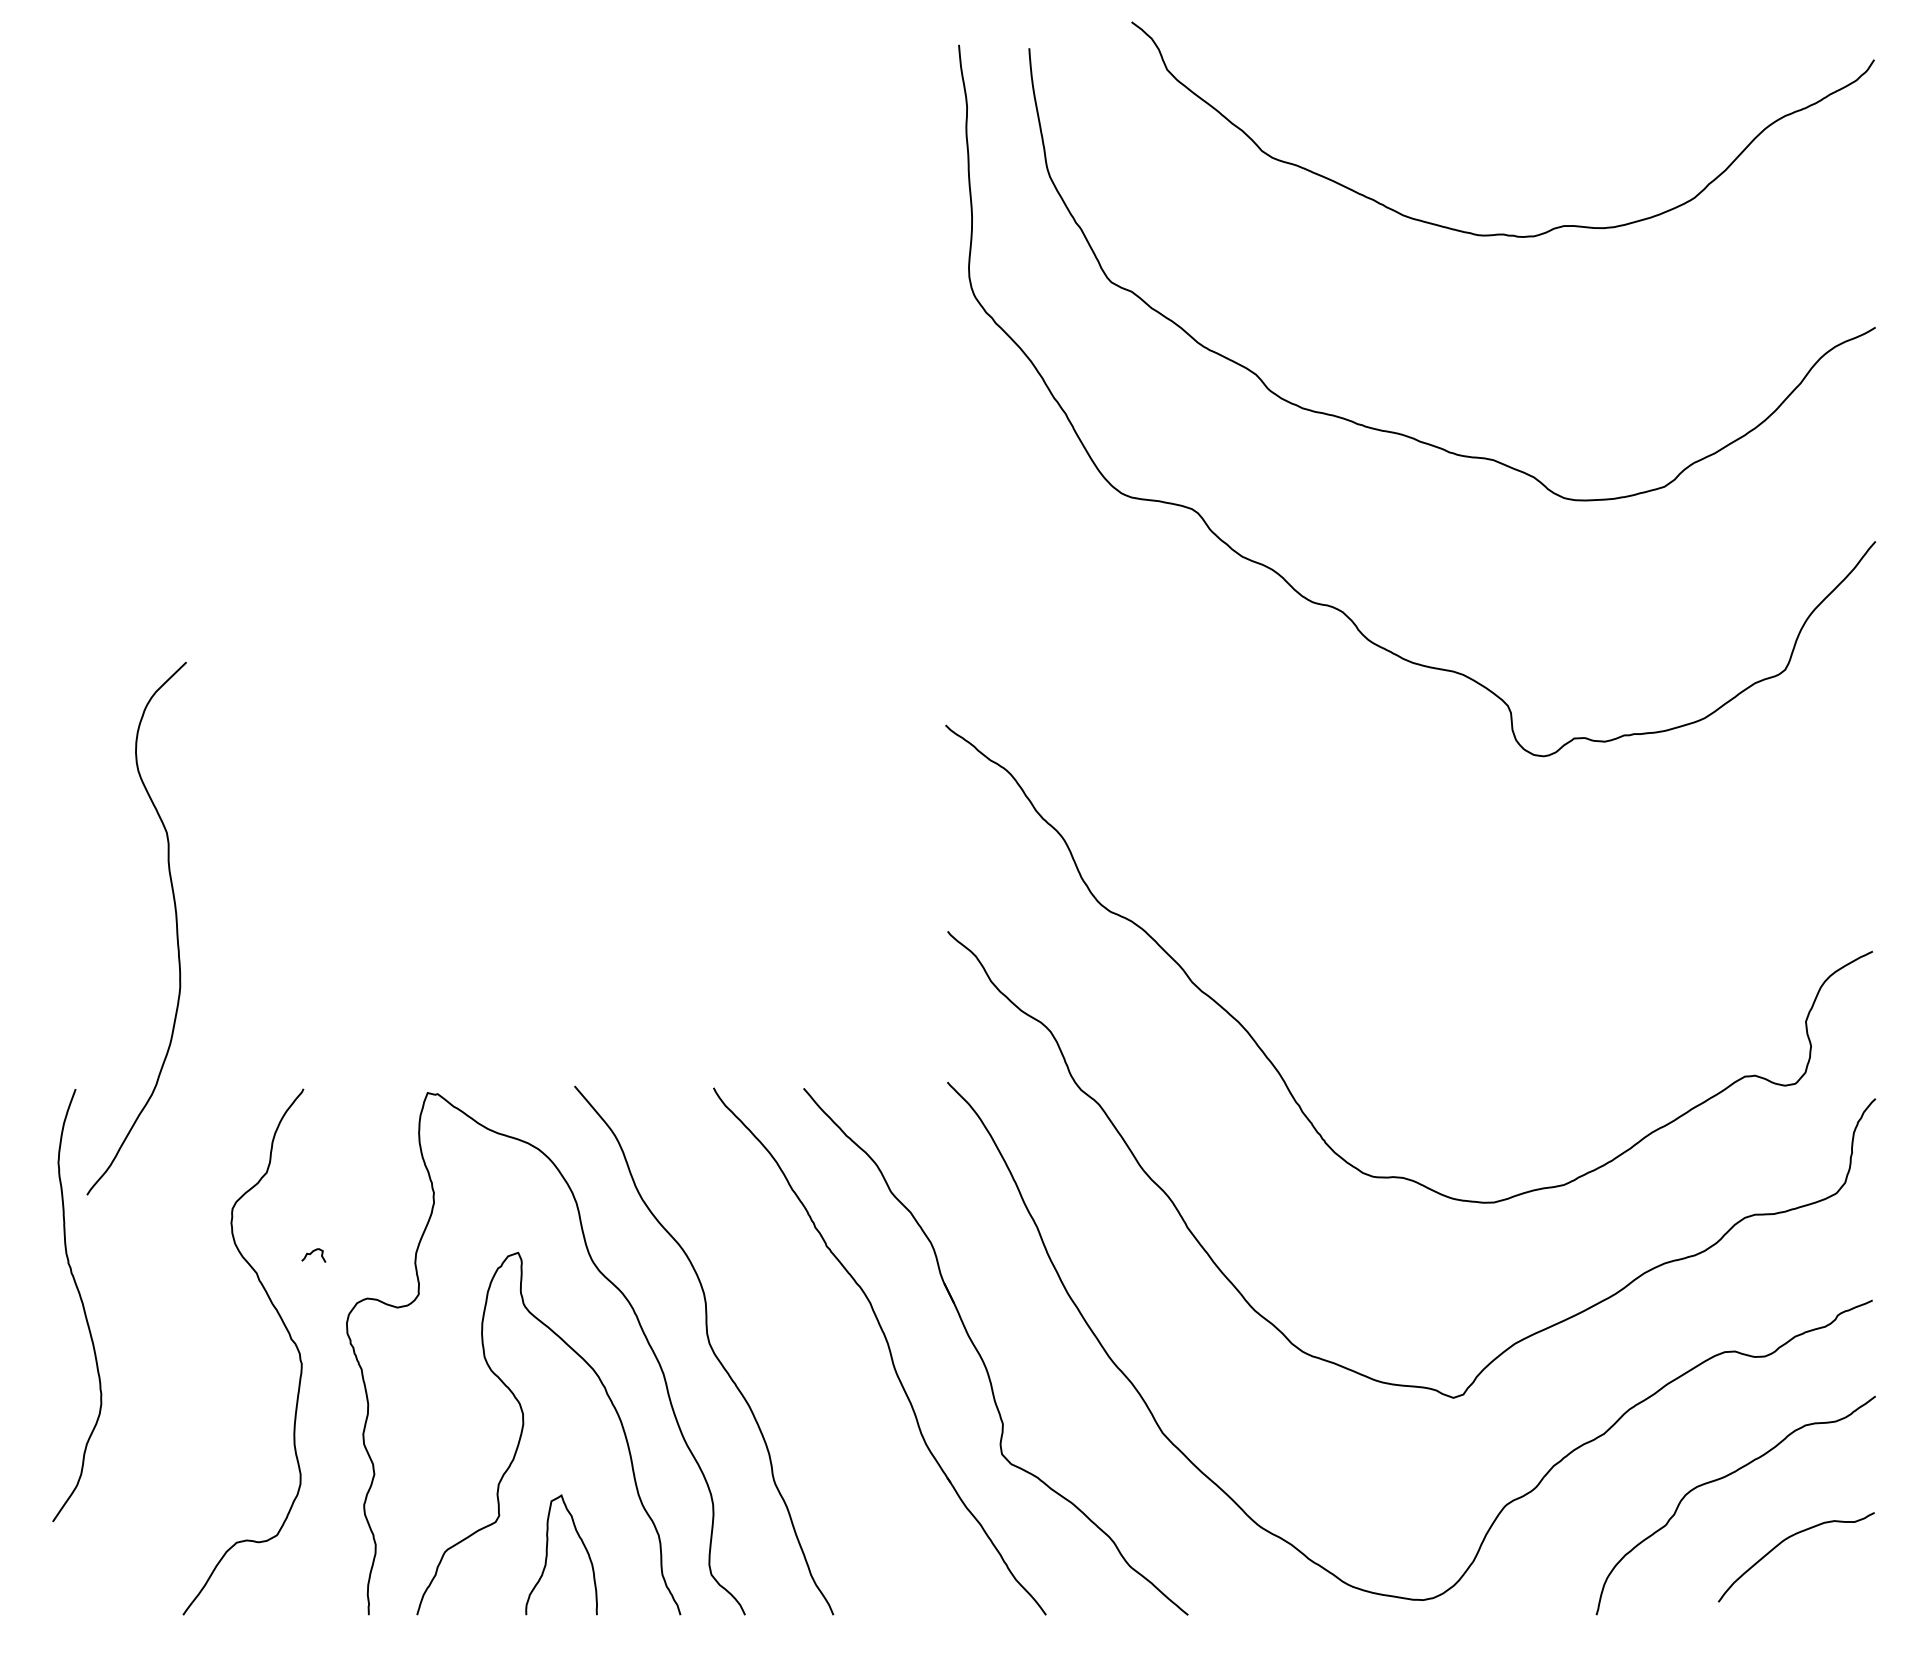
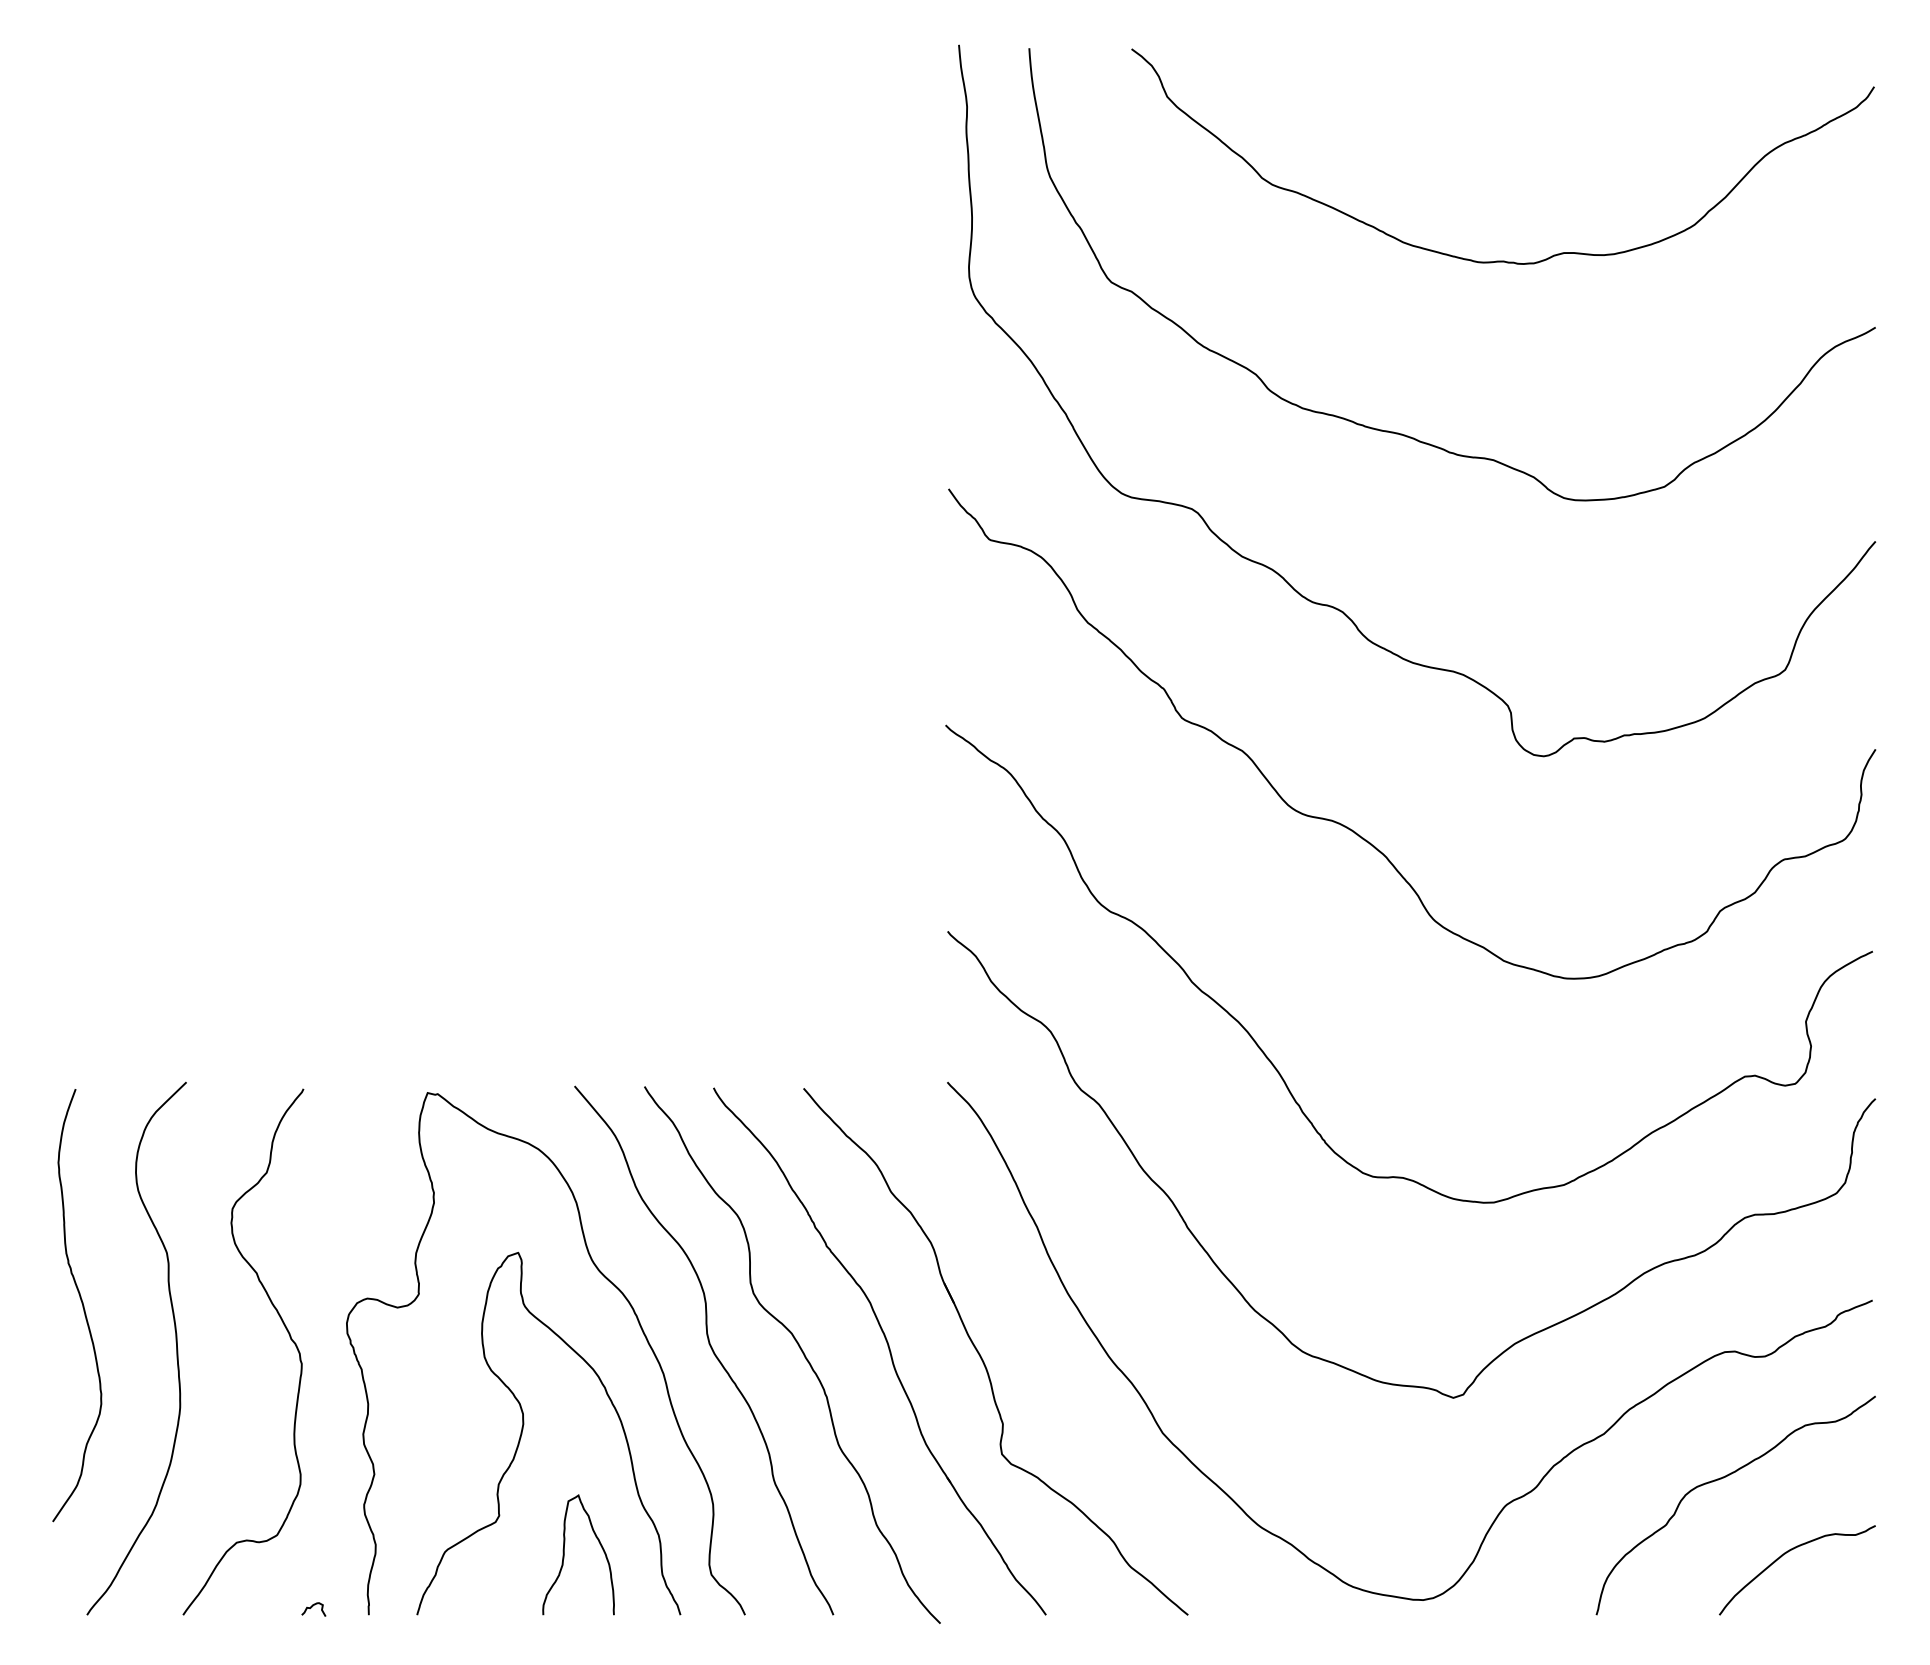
curve at (1502, 233) position: (1502, 233) -> (1502, 260)
curve at (1352, 829): none -> present
curve at (175, 922) position: (175, 922) -> (175, 1342)
curve at (312, 1253) position: (312, 1253) -> (312, 1607)
curve at (800, 1350): none -> present
curve at (1784, 1541) position: (1784, 1541) -> (1785, 1554)
curve at (547, 1554) position: (547, 1554) -> (564, 1554)
